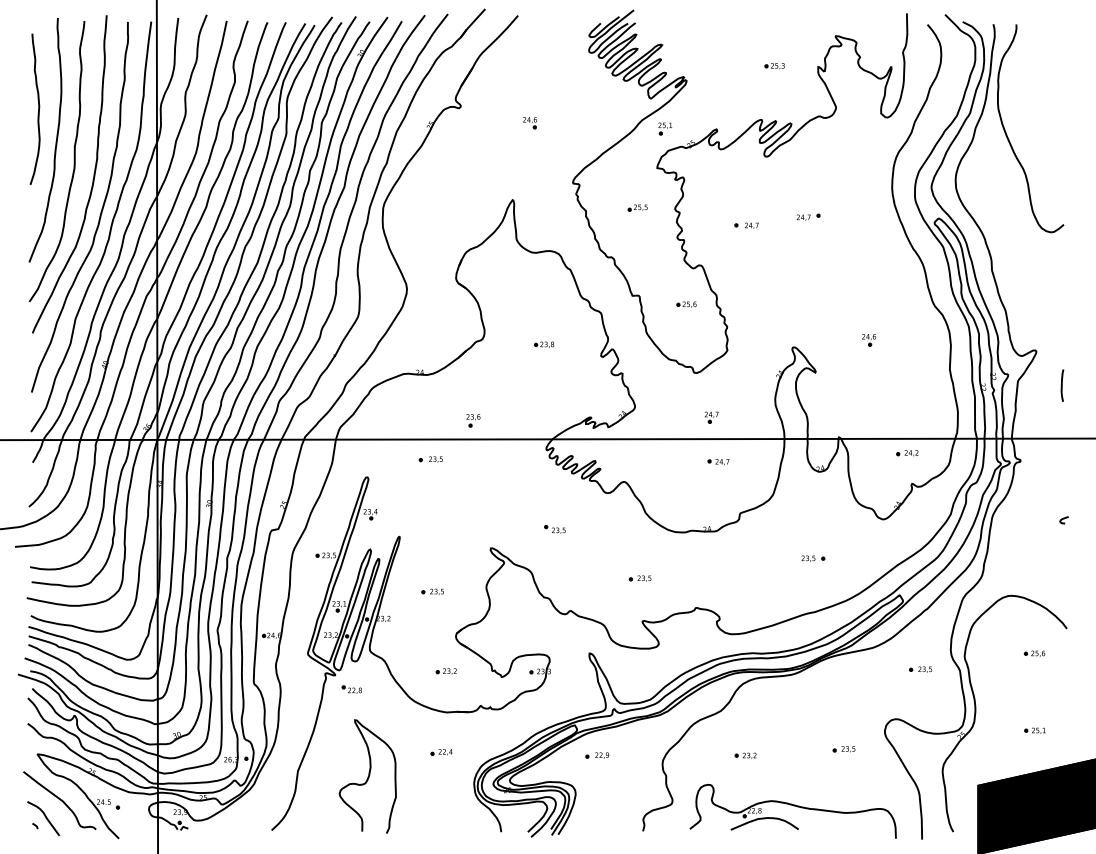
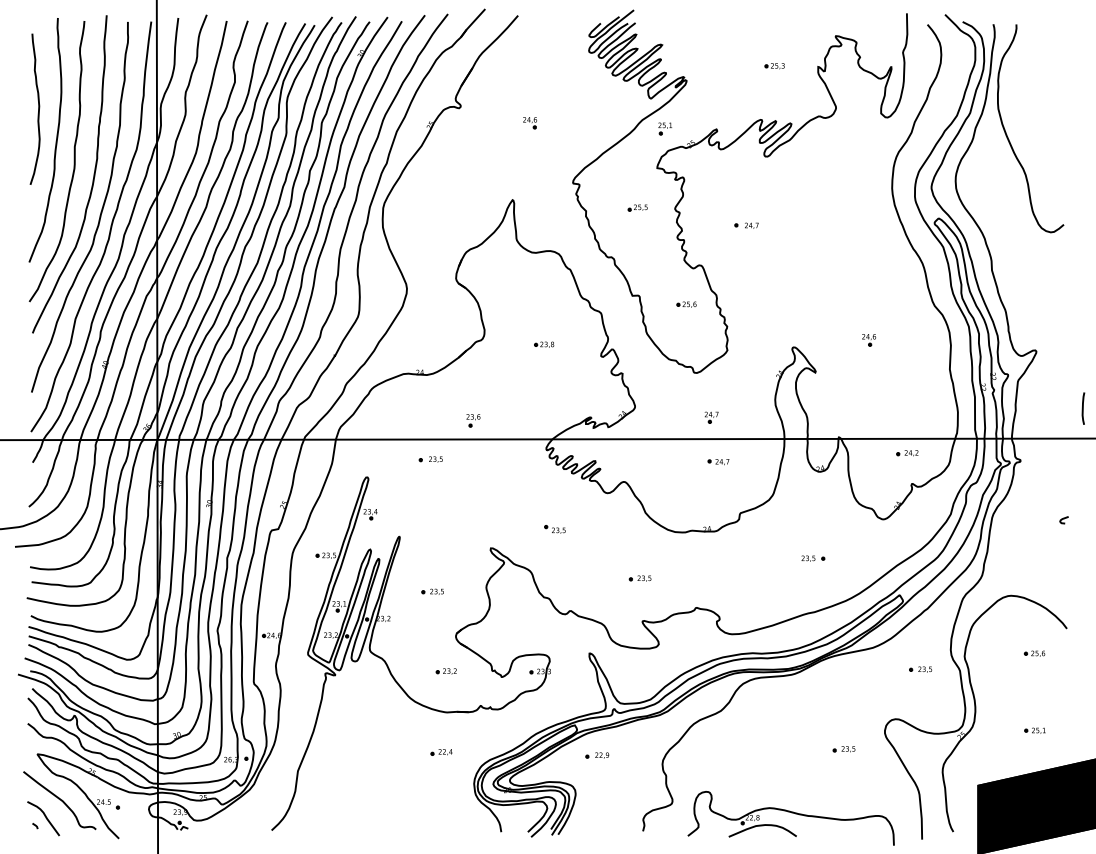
part at (808, 216): present -> none
curve at (1062, 385) position: (1062, 385) -> (1083, 408)
part at (351, 689): present -> none
part at (745, 755): present -> none
curve at (367, 776): present -> none
part at (792, 811) position: (792, 811) -> (790, 818)
